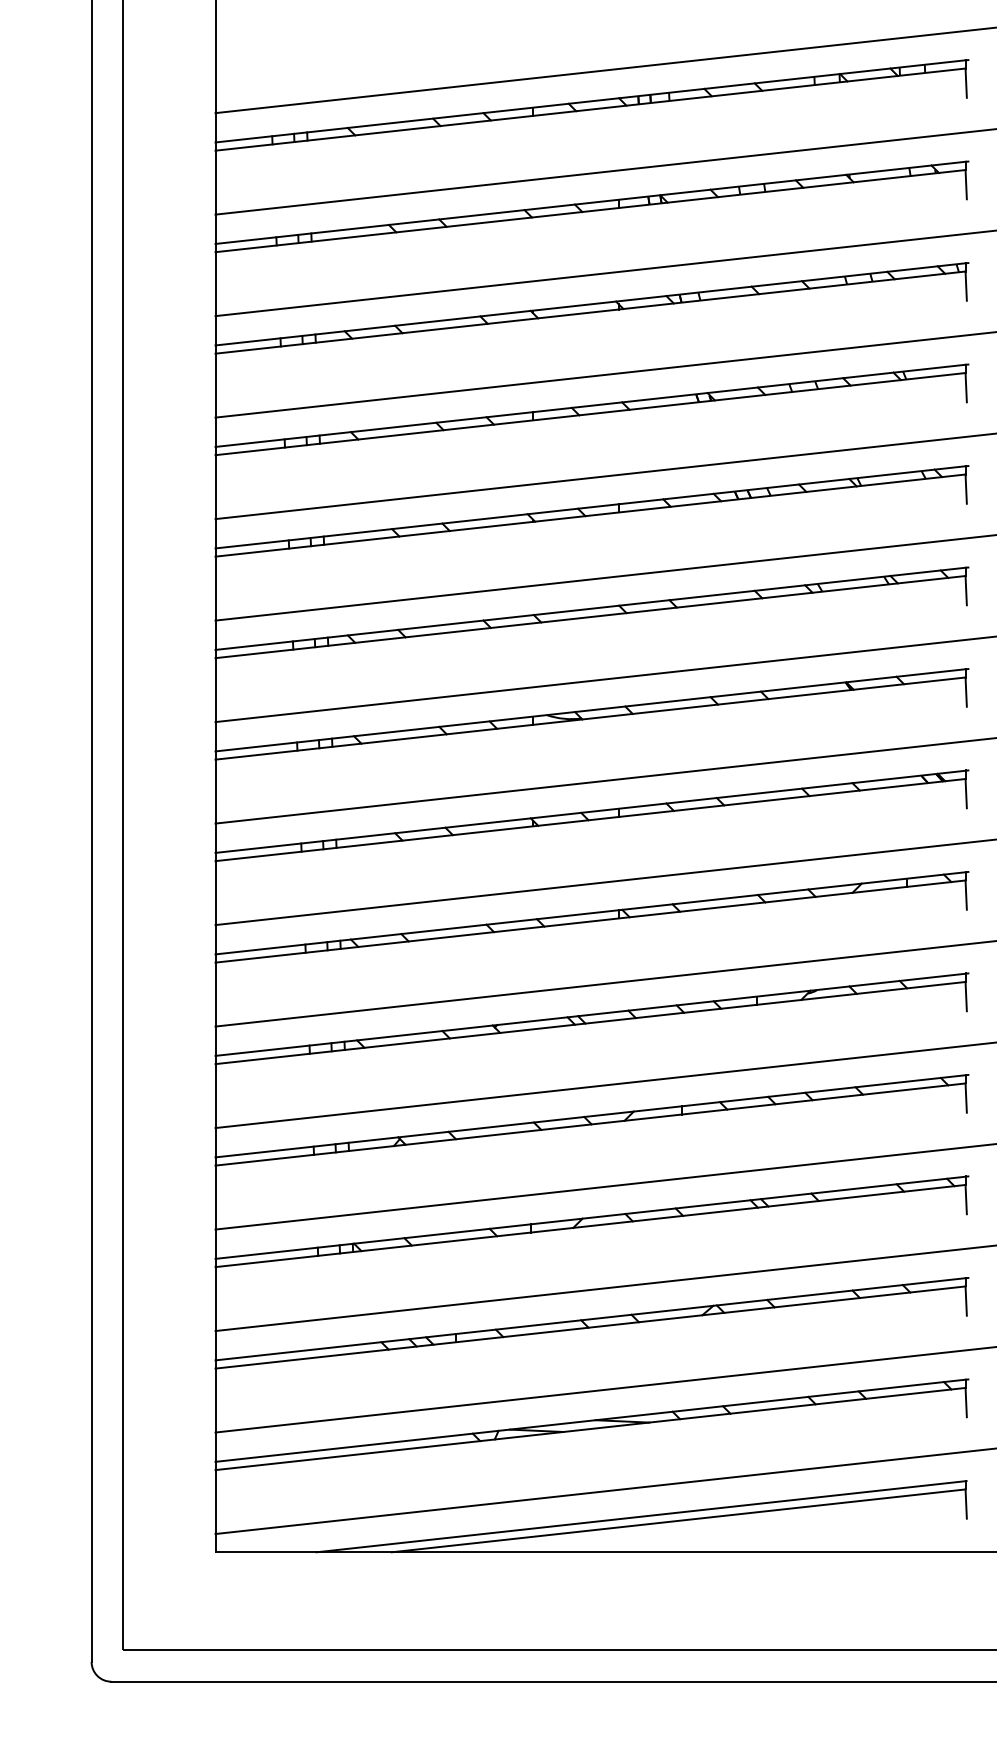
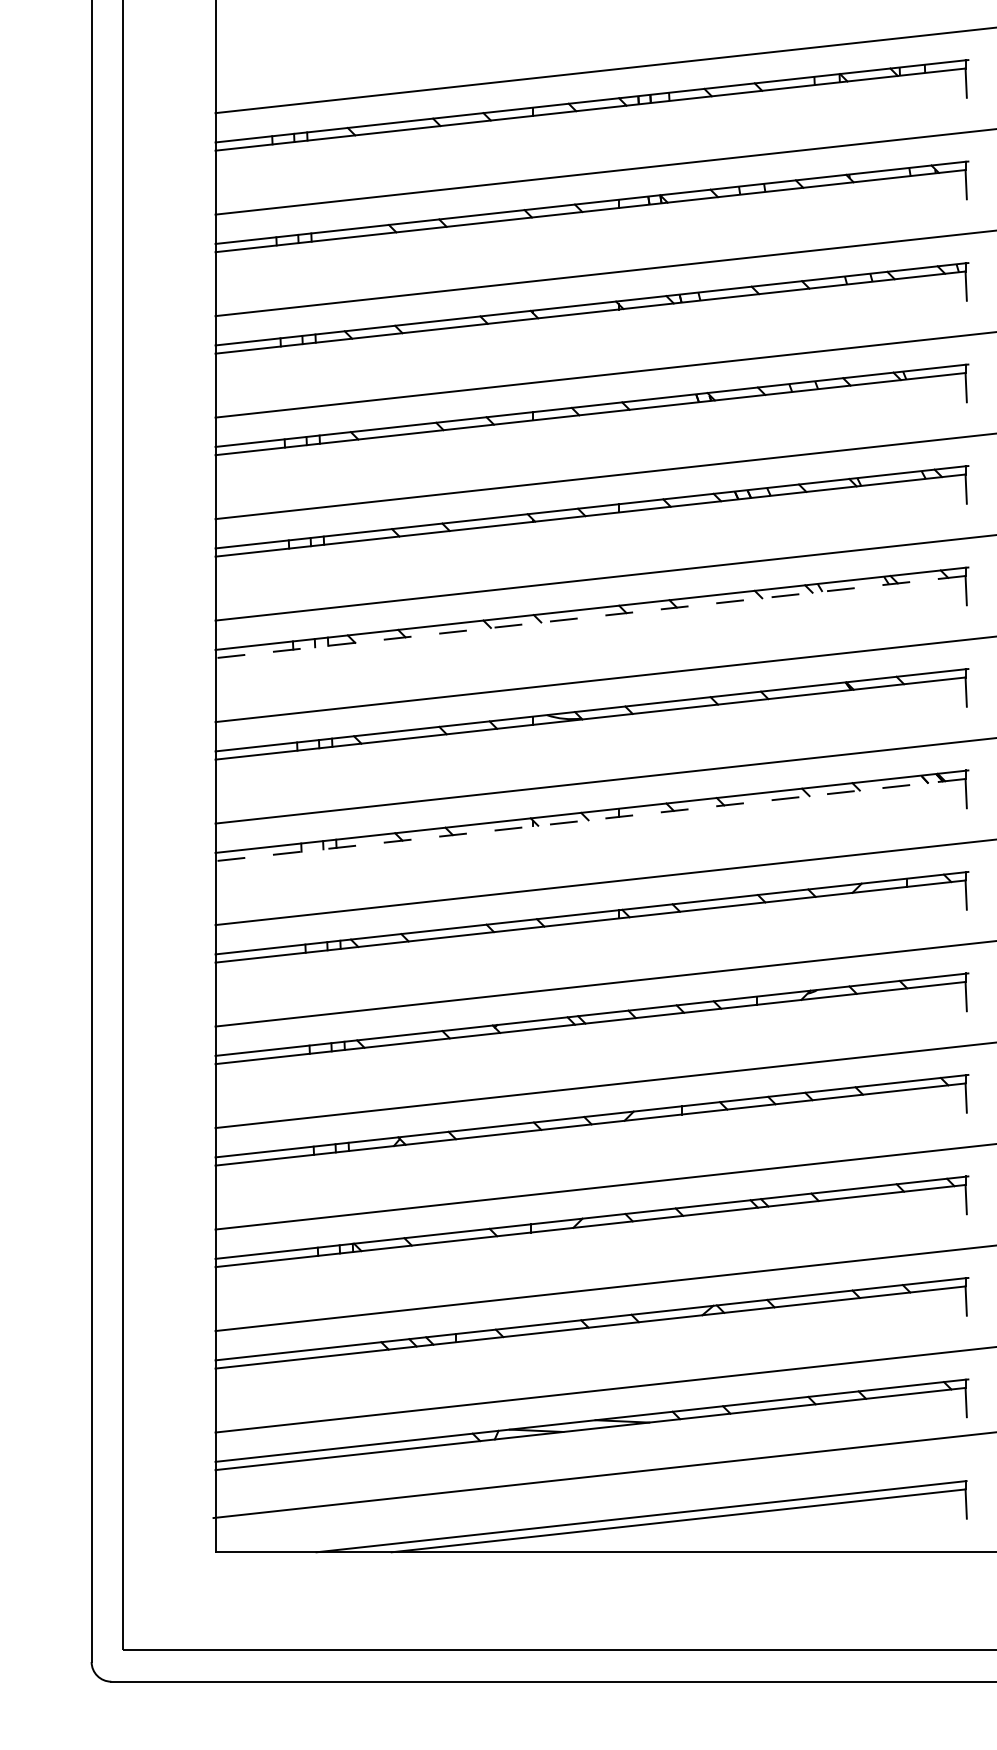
line at (590, 617): solid -> dashed
line at (590, 820): solid -> dashed
line at (604, 1491) position: (604, 1491) -> (603, 1475)
